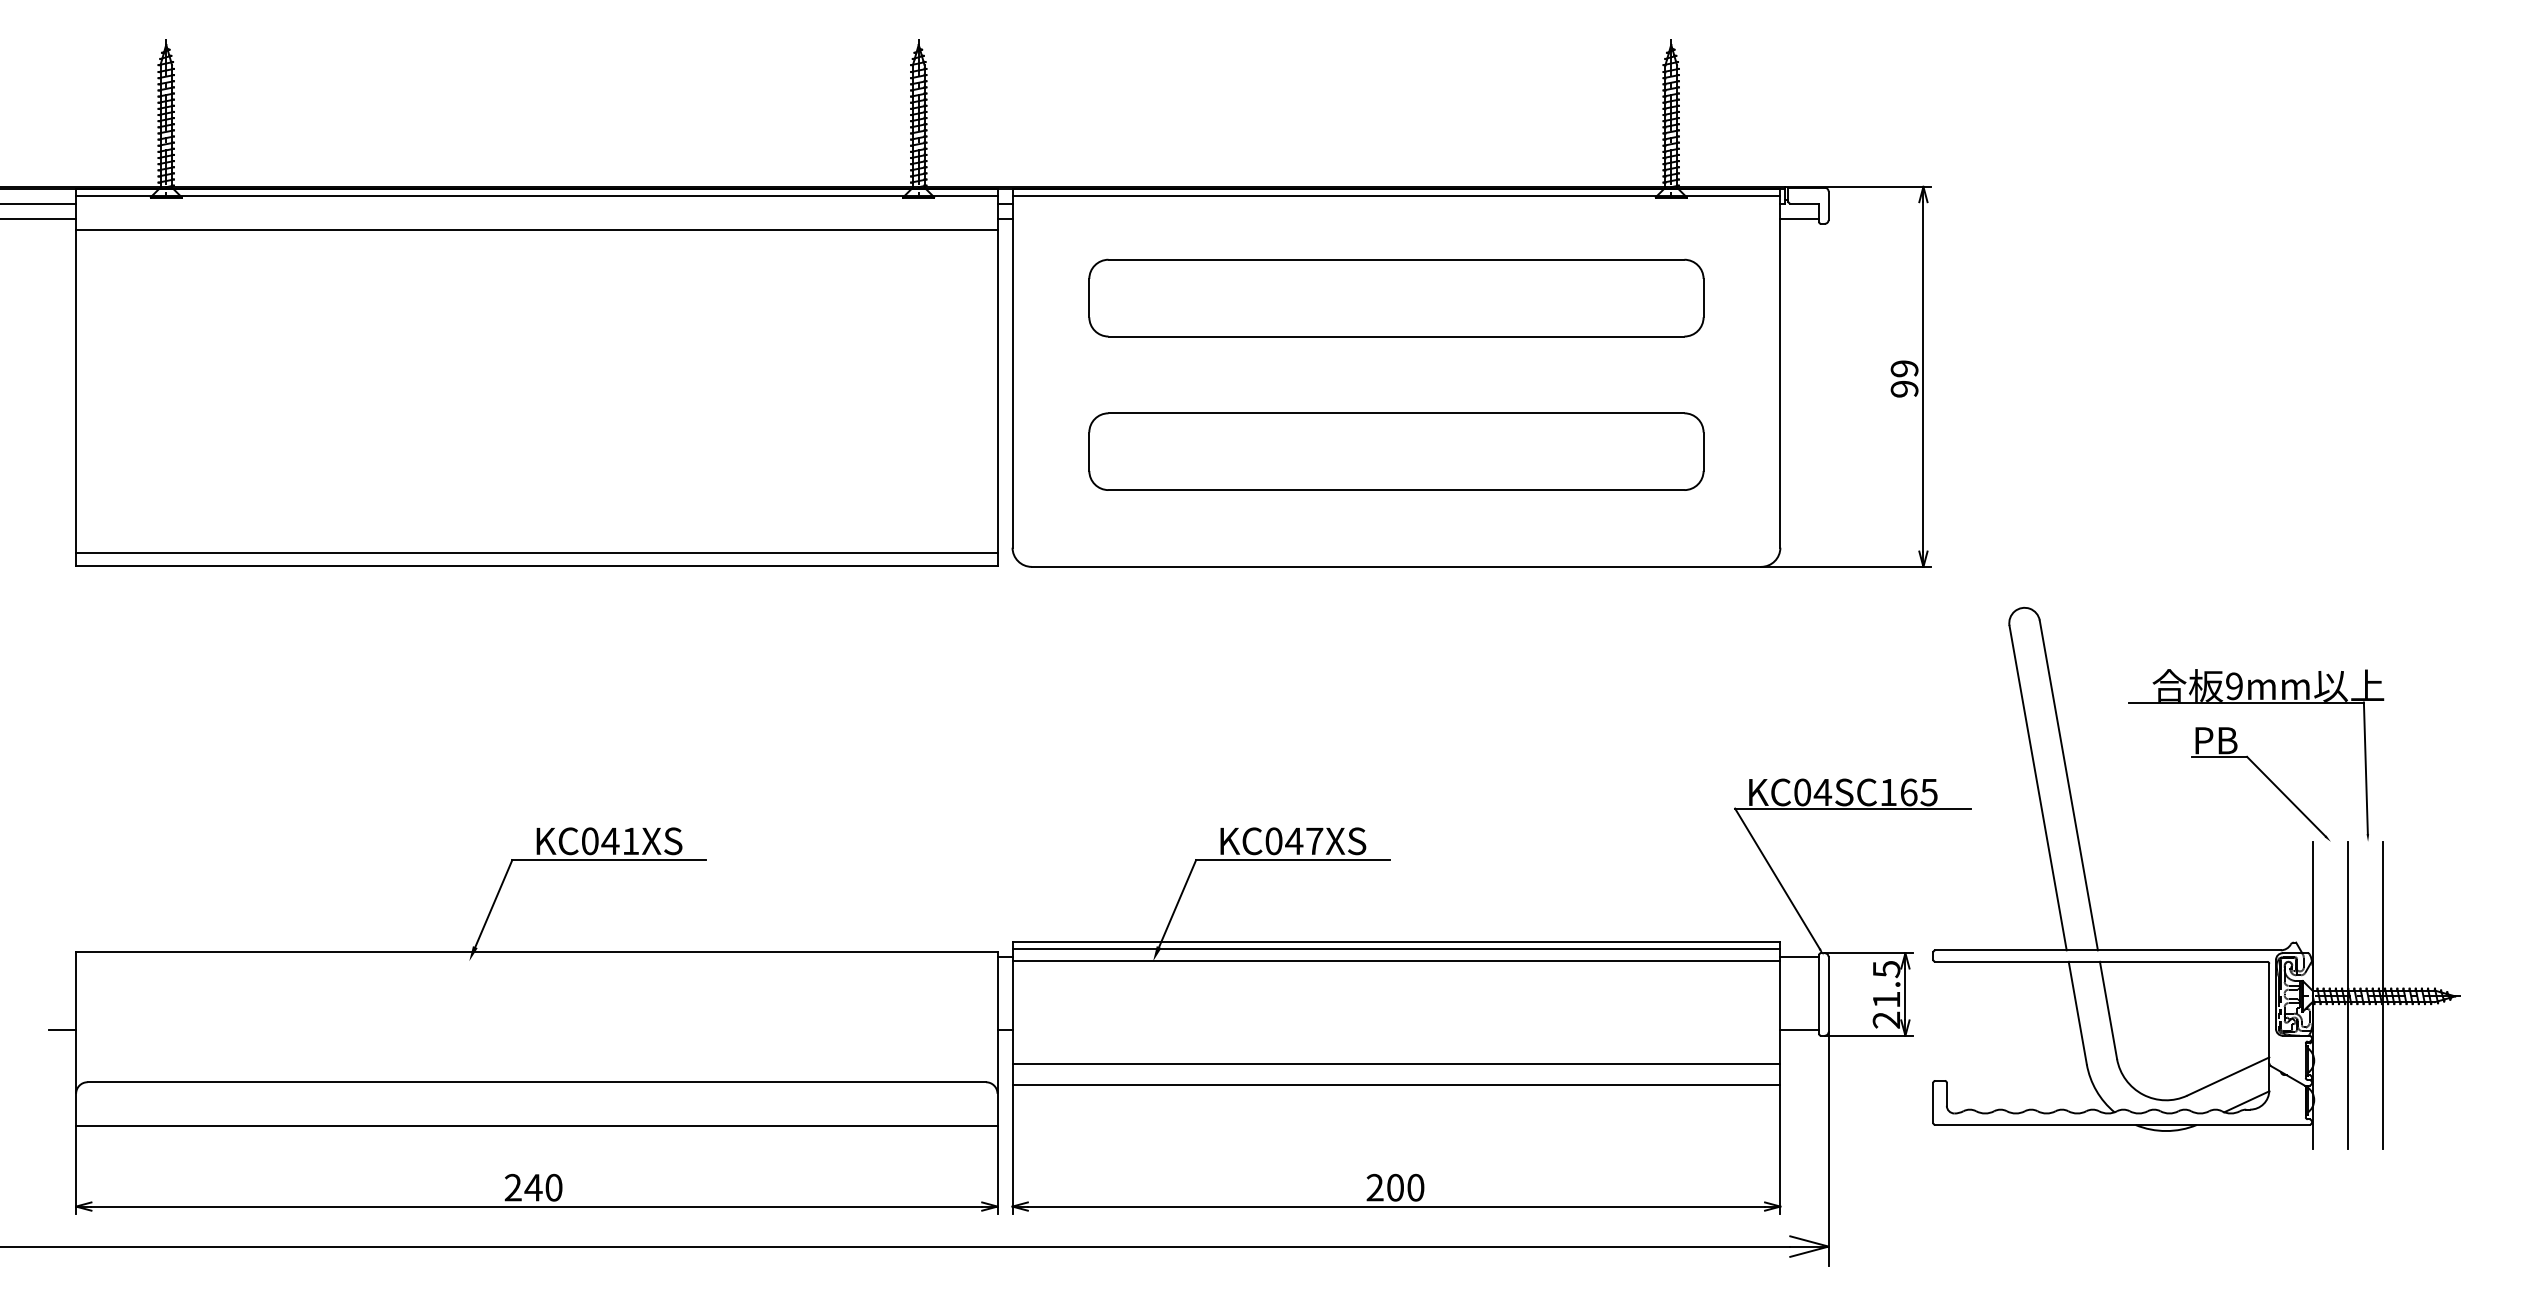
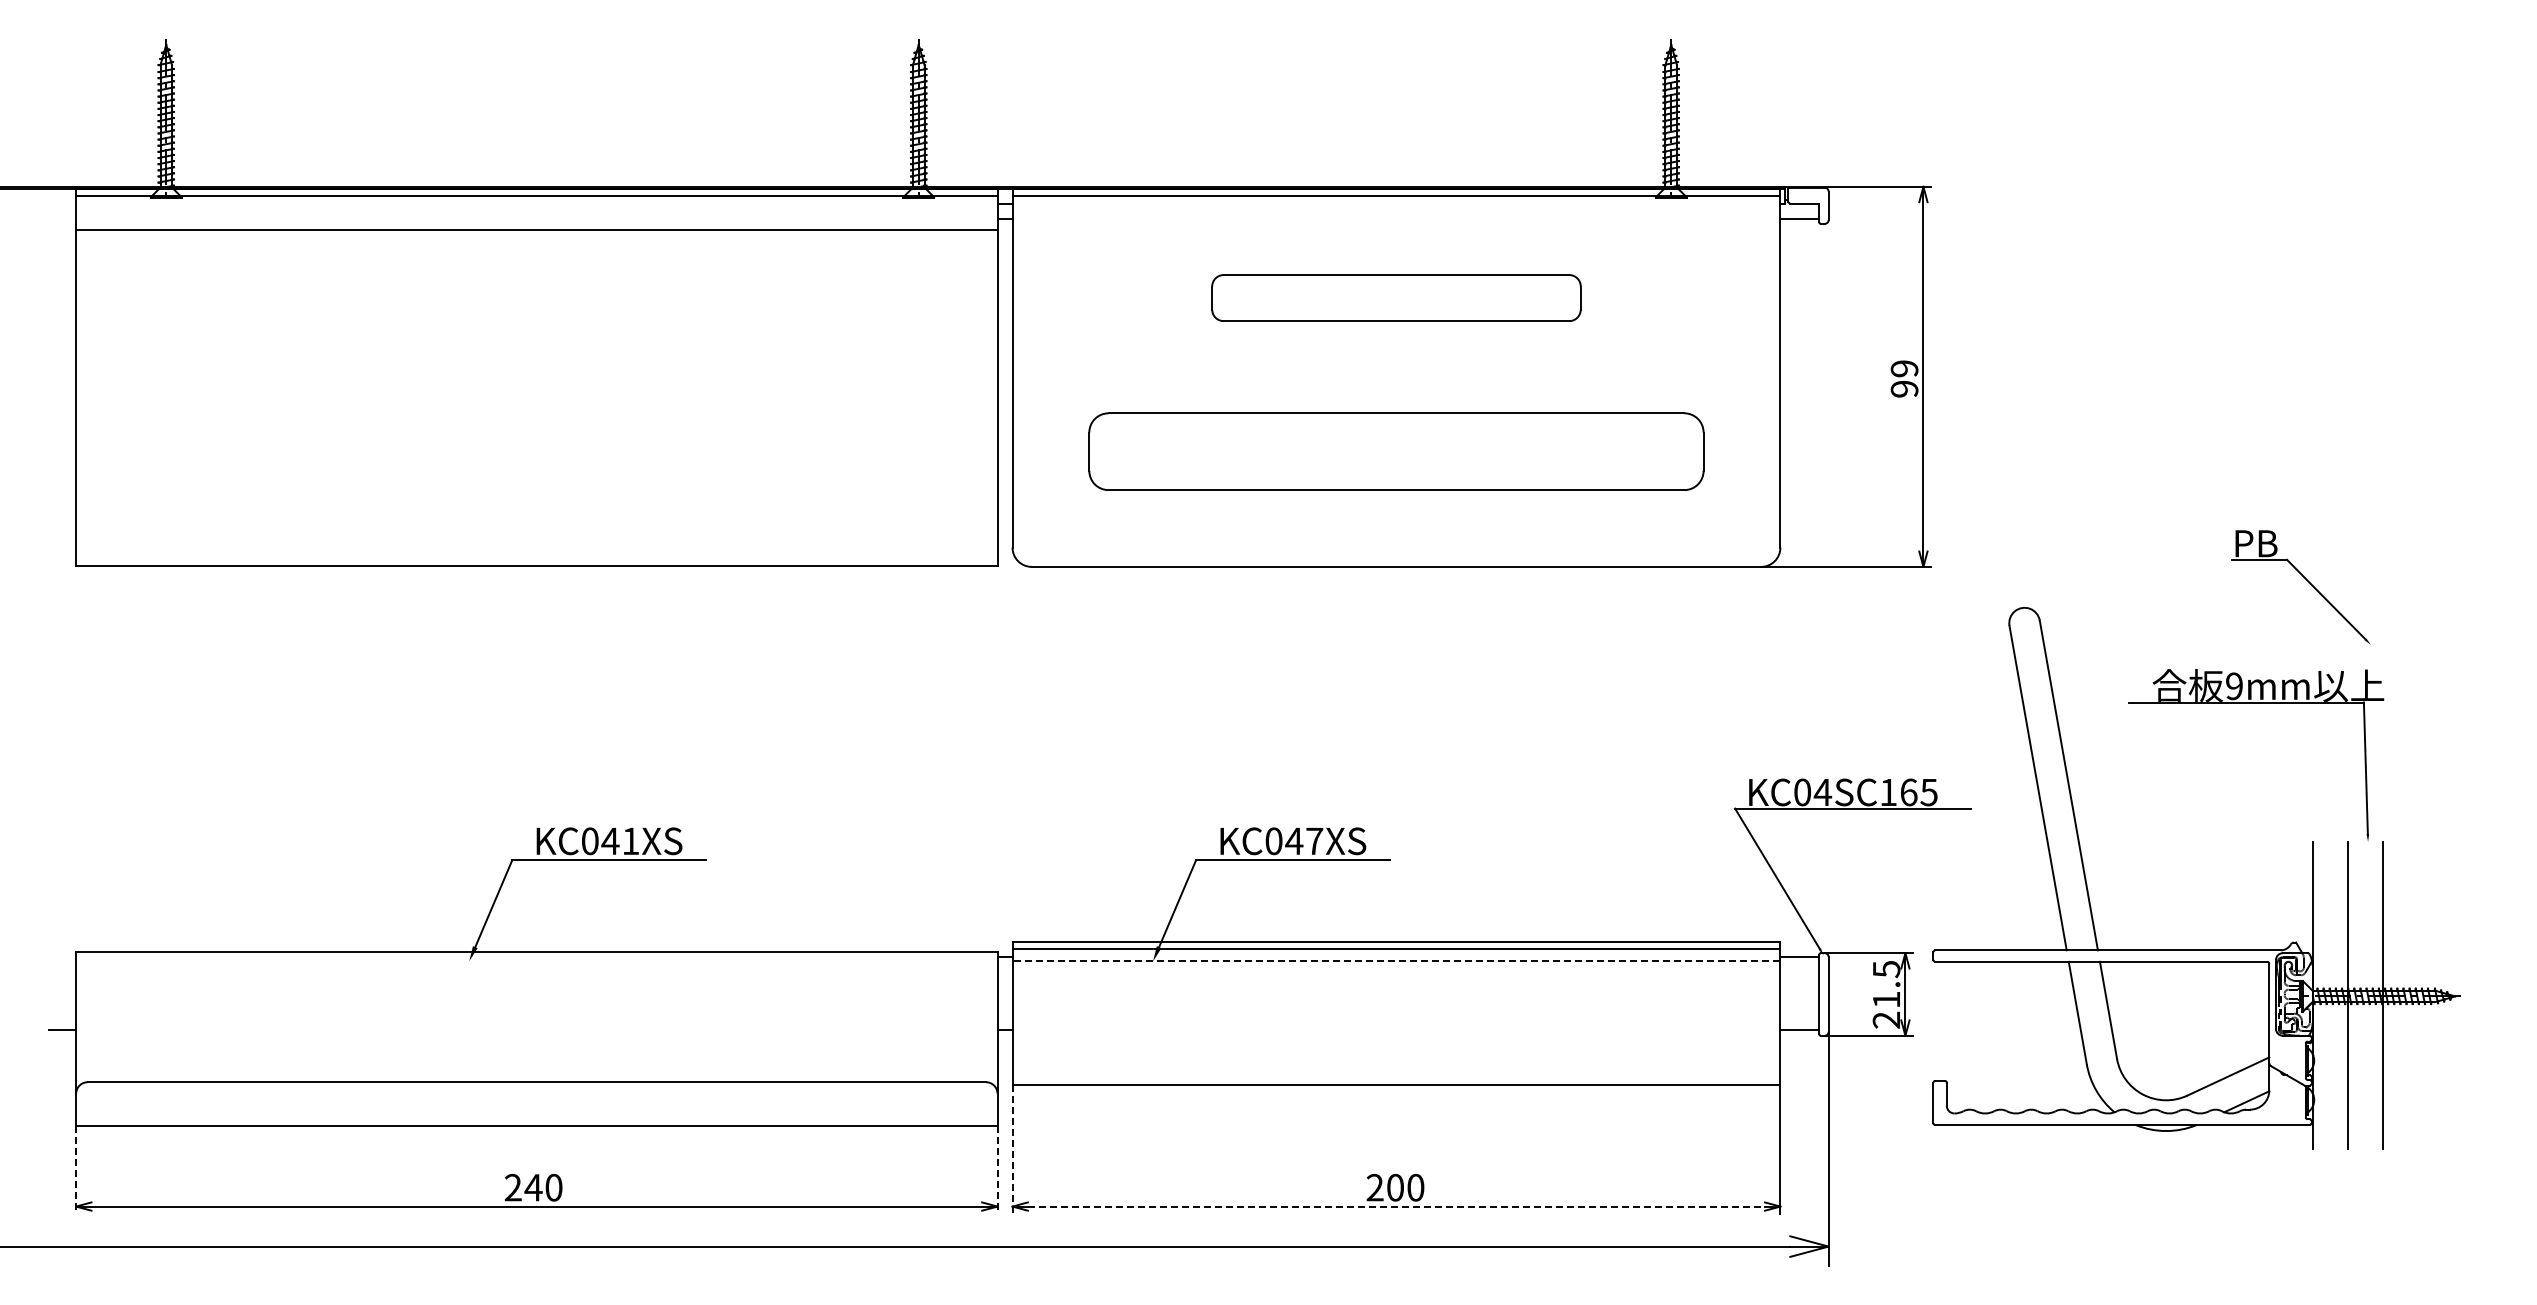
line at (39, 204): present -> none
line at (39, 219): present -> none
part at (1396, 297) size: 617x80 px -> 371x48 px
line at (536, 552): present -> none
part at (2266, 777) position: (2266, 777) -> (2306, 580)
line at (1396, 960): solid -> dashed
line at (1396, 1064): present -> none
line at (1012, 1149): solid -> dashed
line at (76, 1170): solid -> dashed
line at (997, 1170): solid -> dashed
line at (1396, 1206): solid -> dashed
